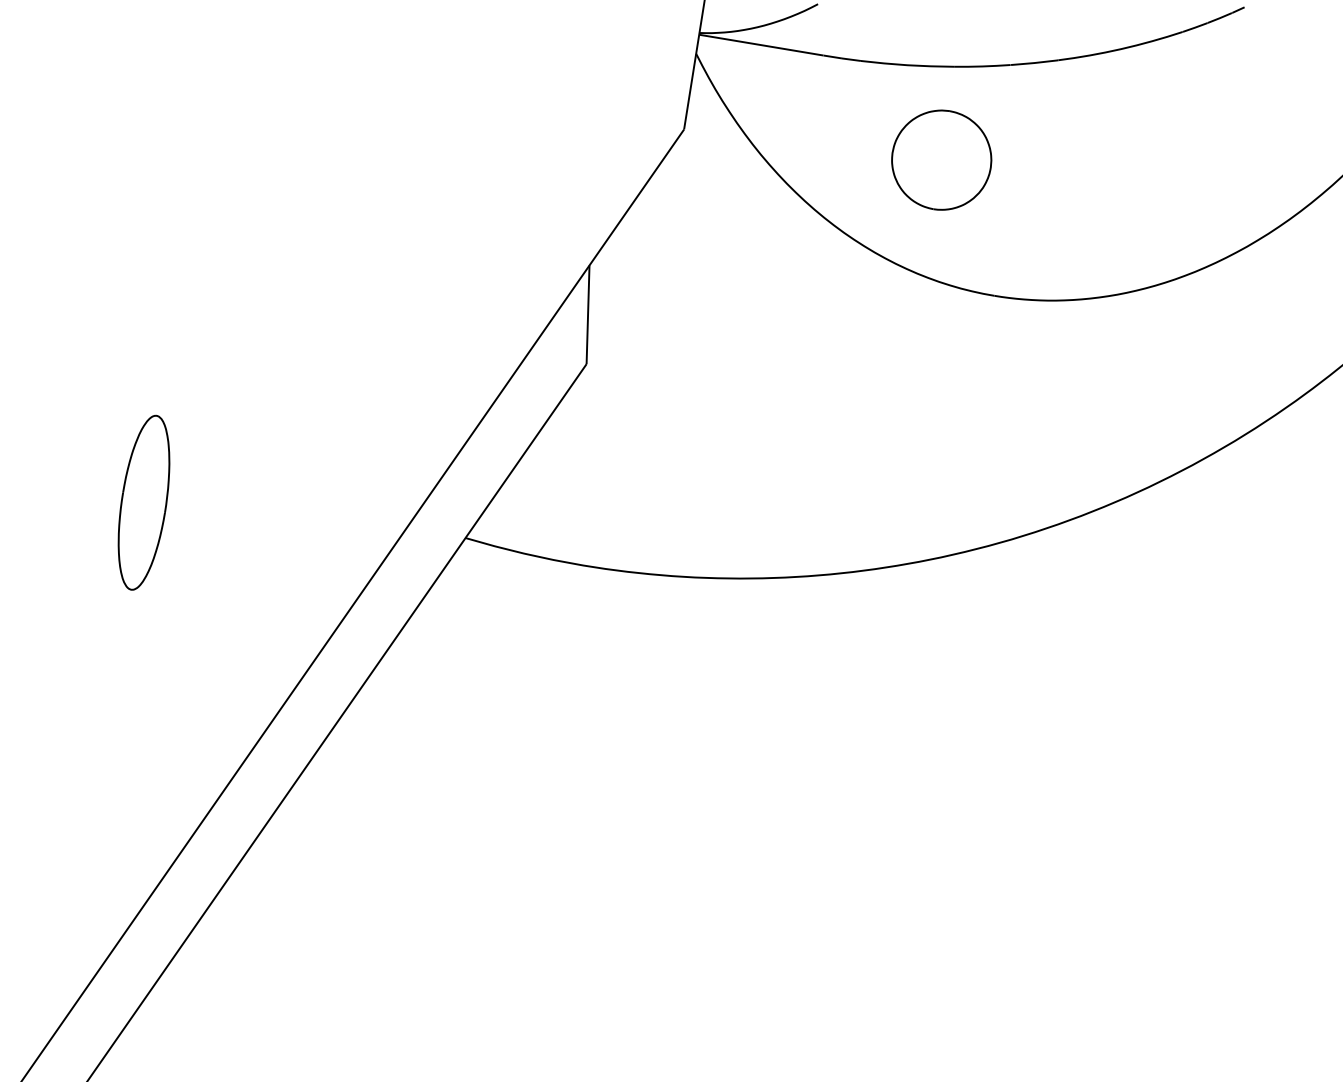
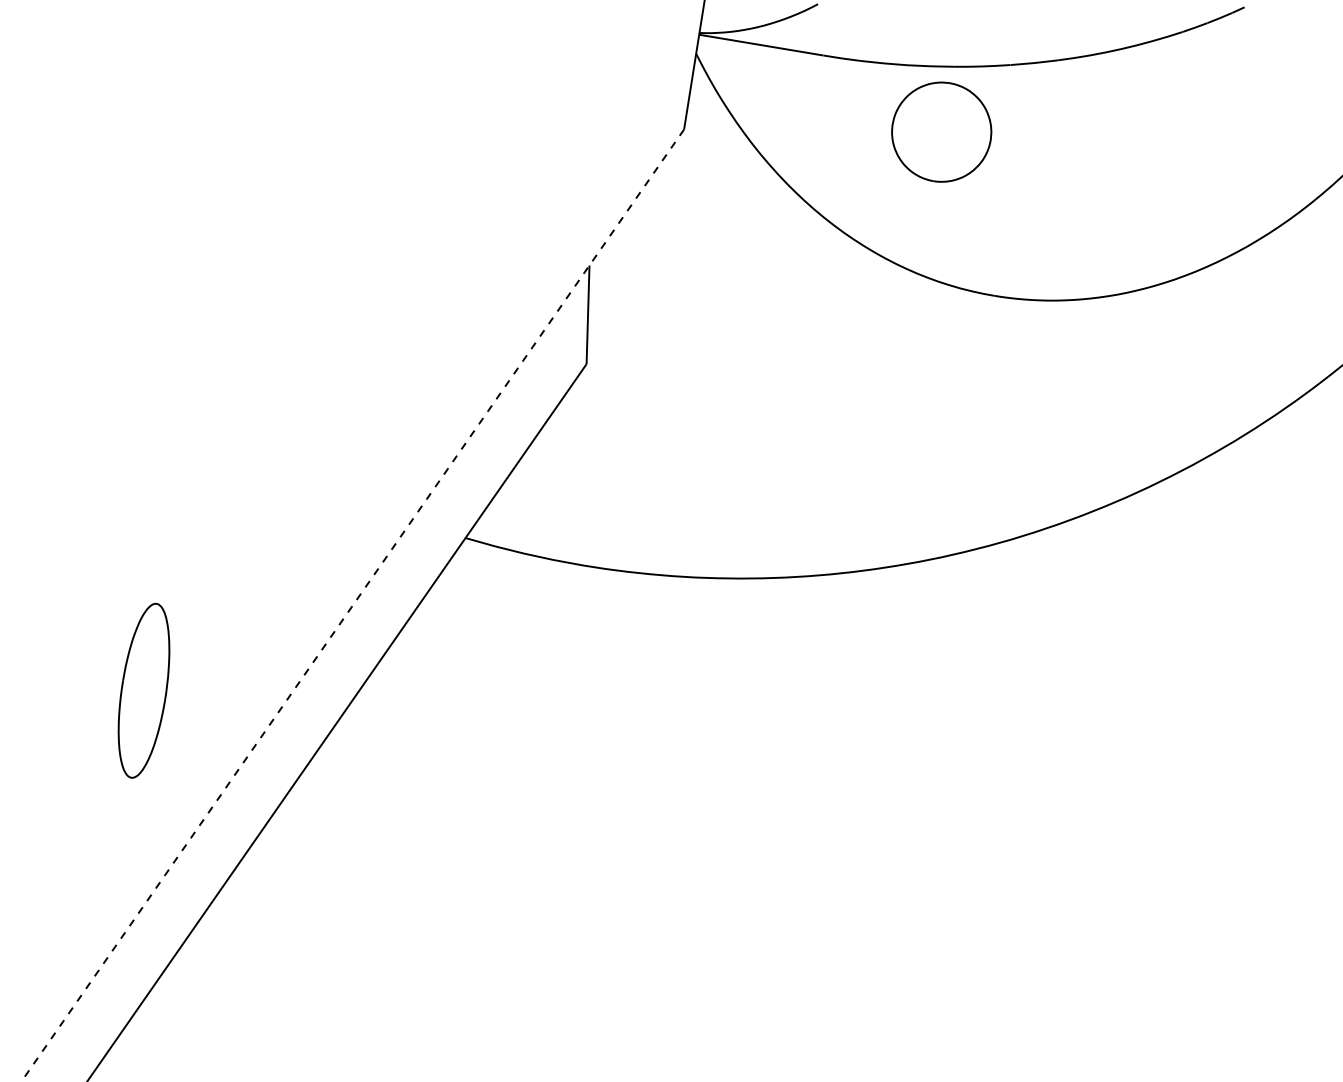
part at (941, 159) position: (941, 159) -> (941, 131)
part at (143, 502) position: (143, 502) -> (143, 690)
line at (352, 605): solid -> dashed
